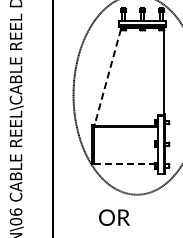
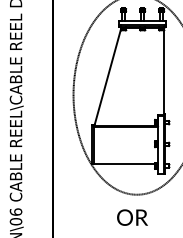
line at (107, 78): dashed -> solid
line at (124, 163): dashed -> solid
text at (114, 217) position: (114, 217) -> (132, 217)
